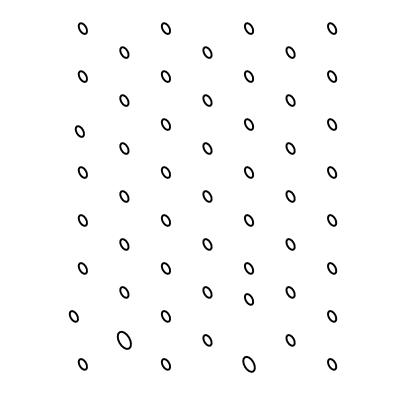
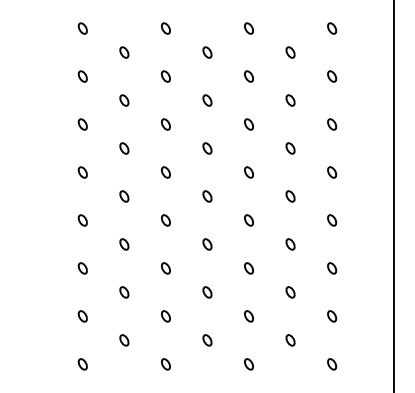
part at (79, 131) position: (79, 131) -> (82, 124)
line at (394, 195): none -> present
part at (248, 299) position: (248, 299) -> (248, 316)
part at (73, 316) position: (73, 316) -> (82, 316)
part at (123, 340) size: 16x19 px -> 11x13 px
part at (248, 364) size: 14x17 px -> 10x13 px
